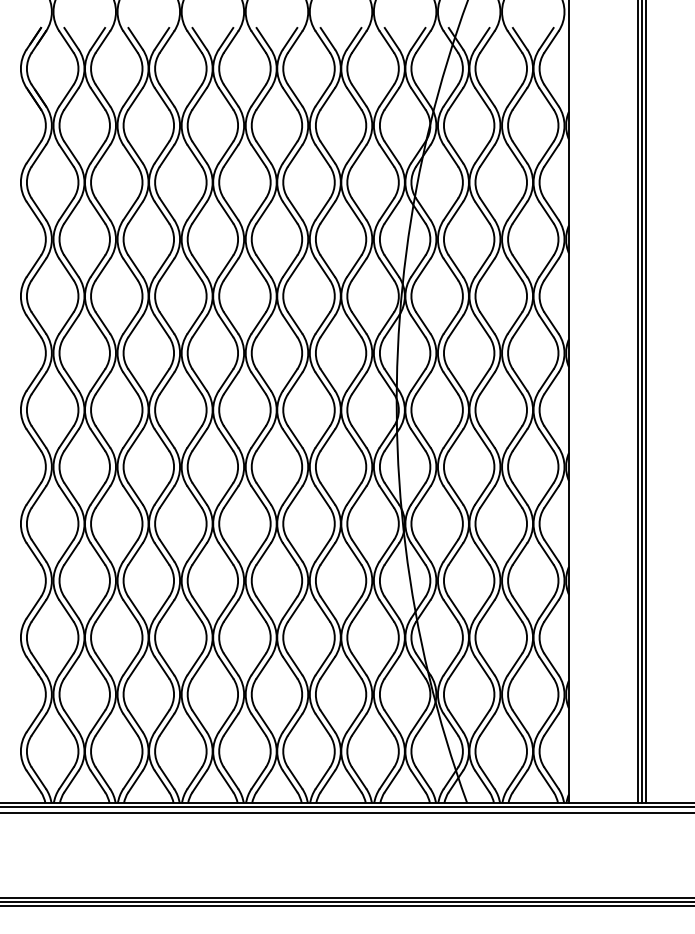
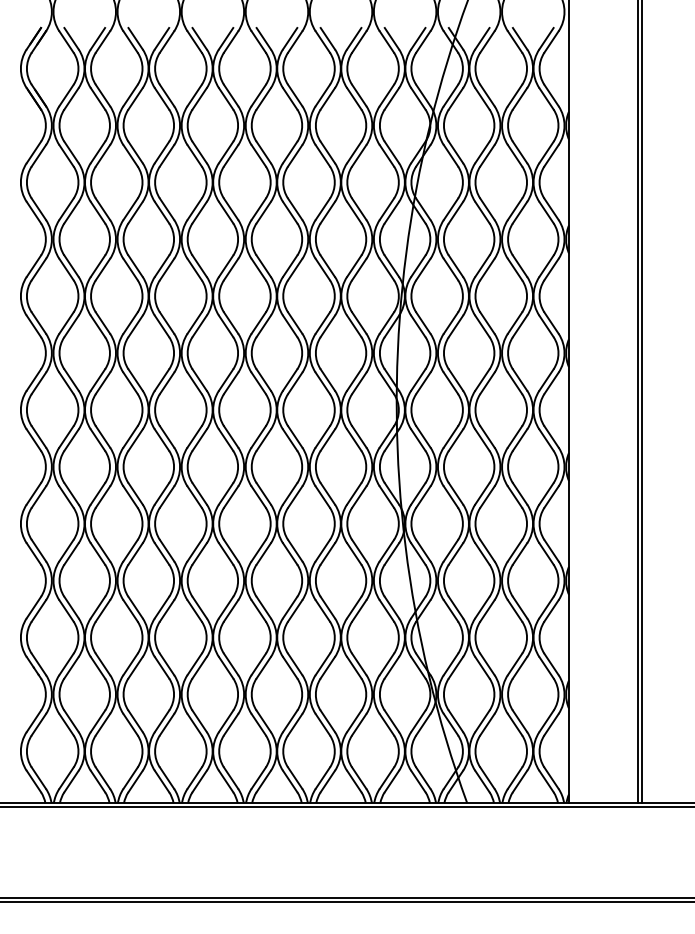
line at (646, 402): present -> none
line at (346, 813): present -> none
line at (346, 905): present -> none
